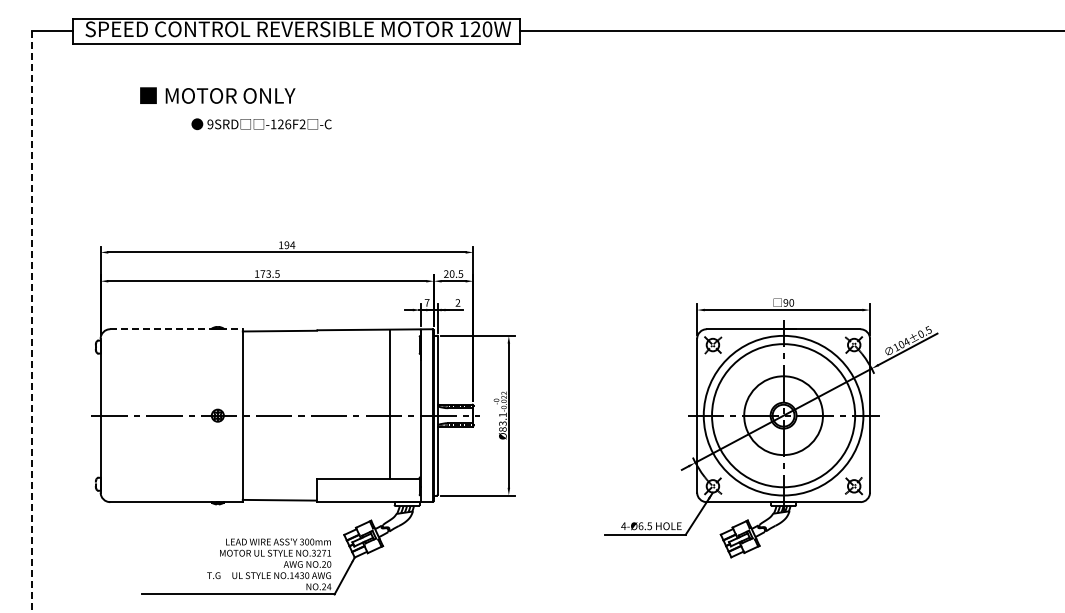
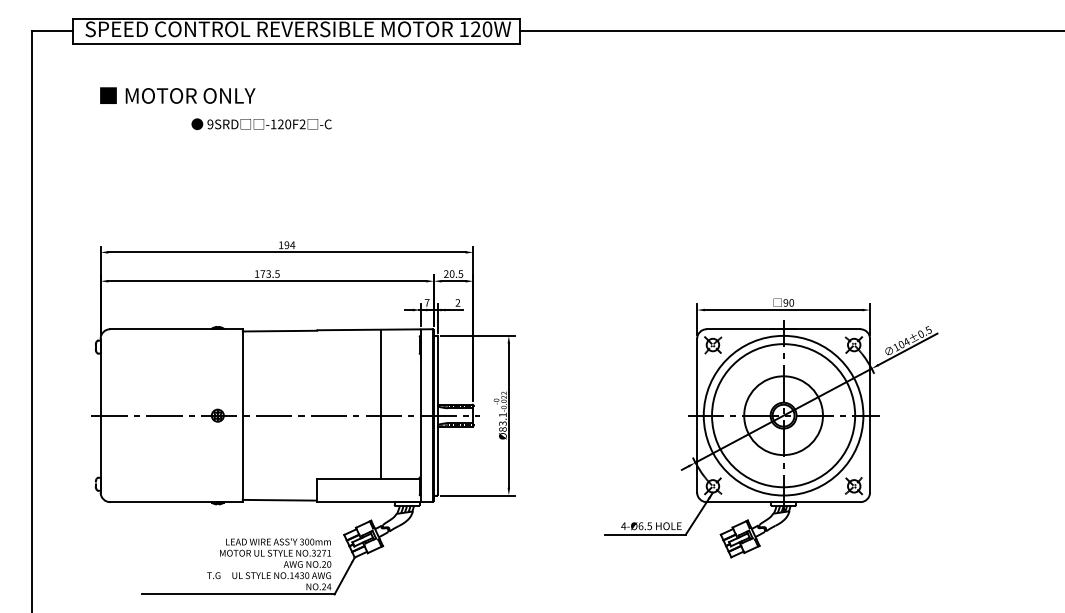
text at (217, 95) position: (217, 95) -> (177, 95)
text at (288, 124): -126F2 -> -120F2
line at (31, 321): dashed -> solid
line at (177, 329): dashed -> solid
line at (390, 404) position: (390, 404) -> (381, 404)
